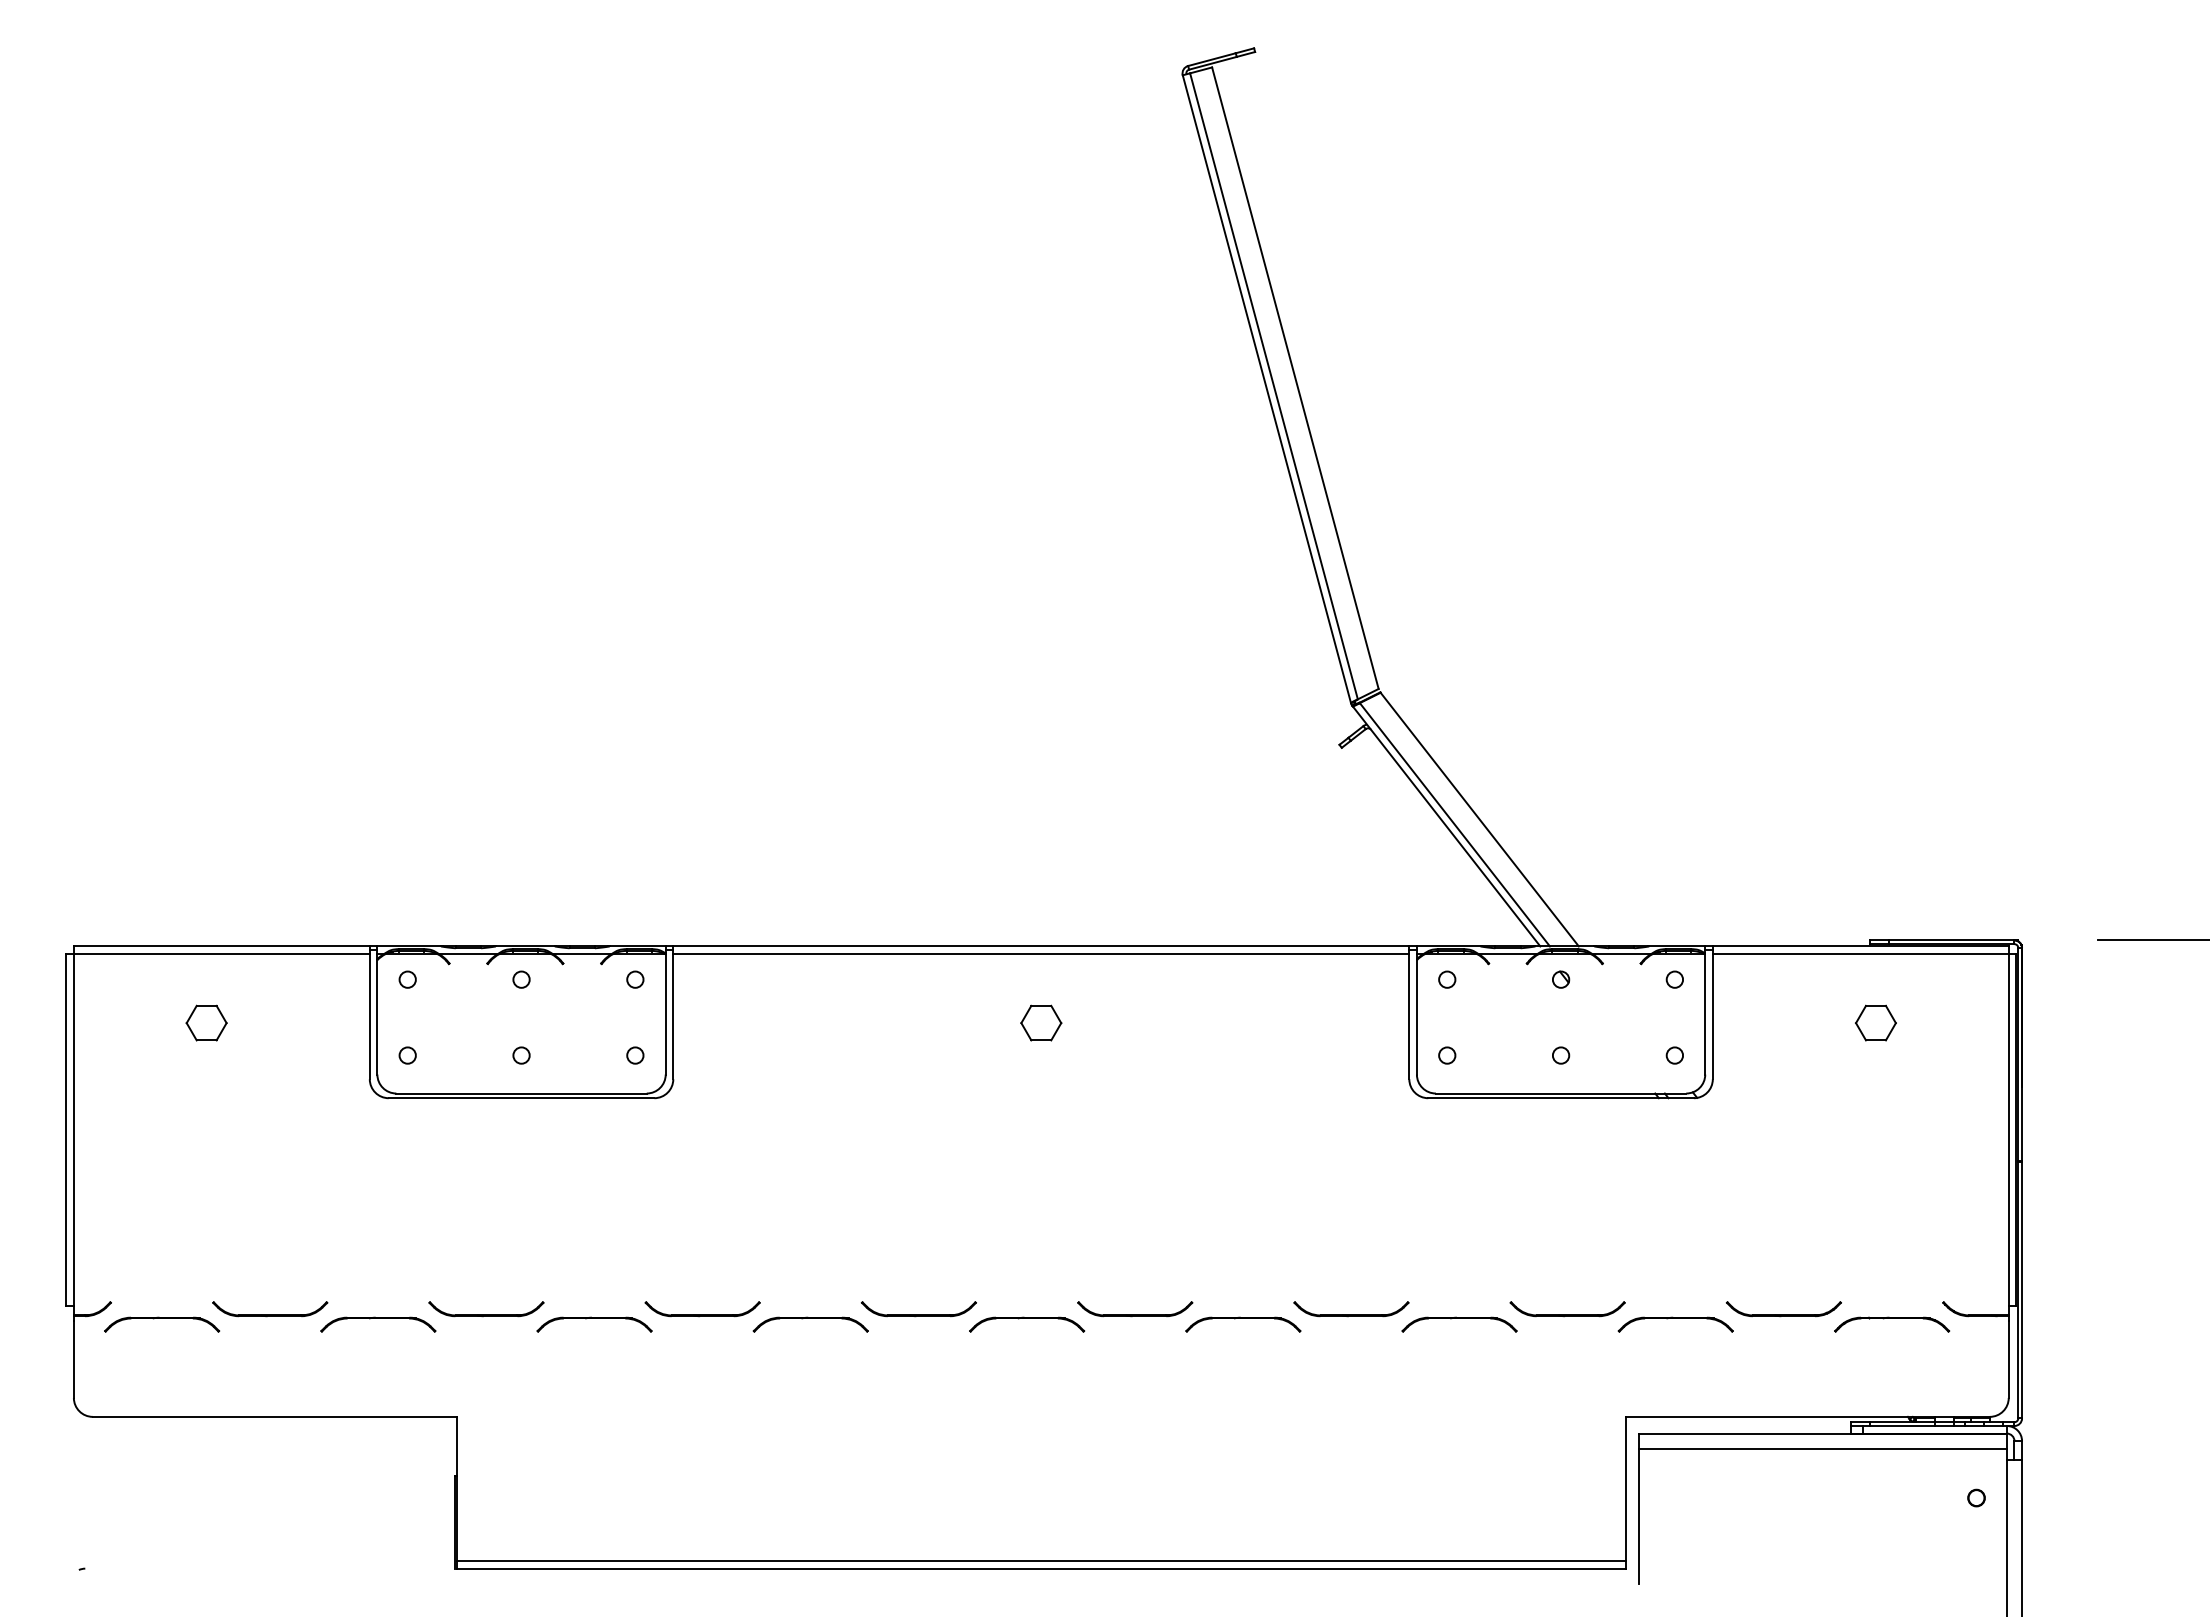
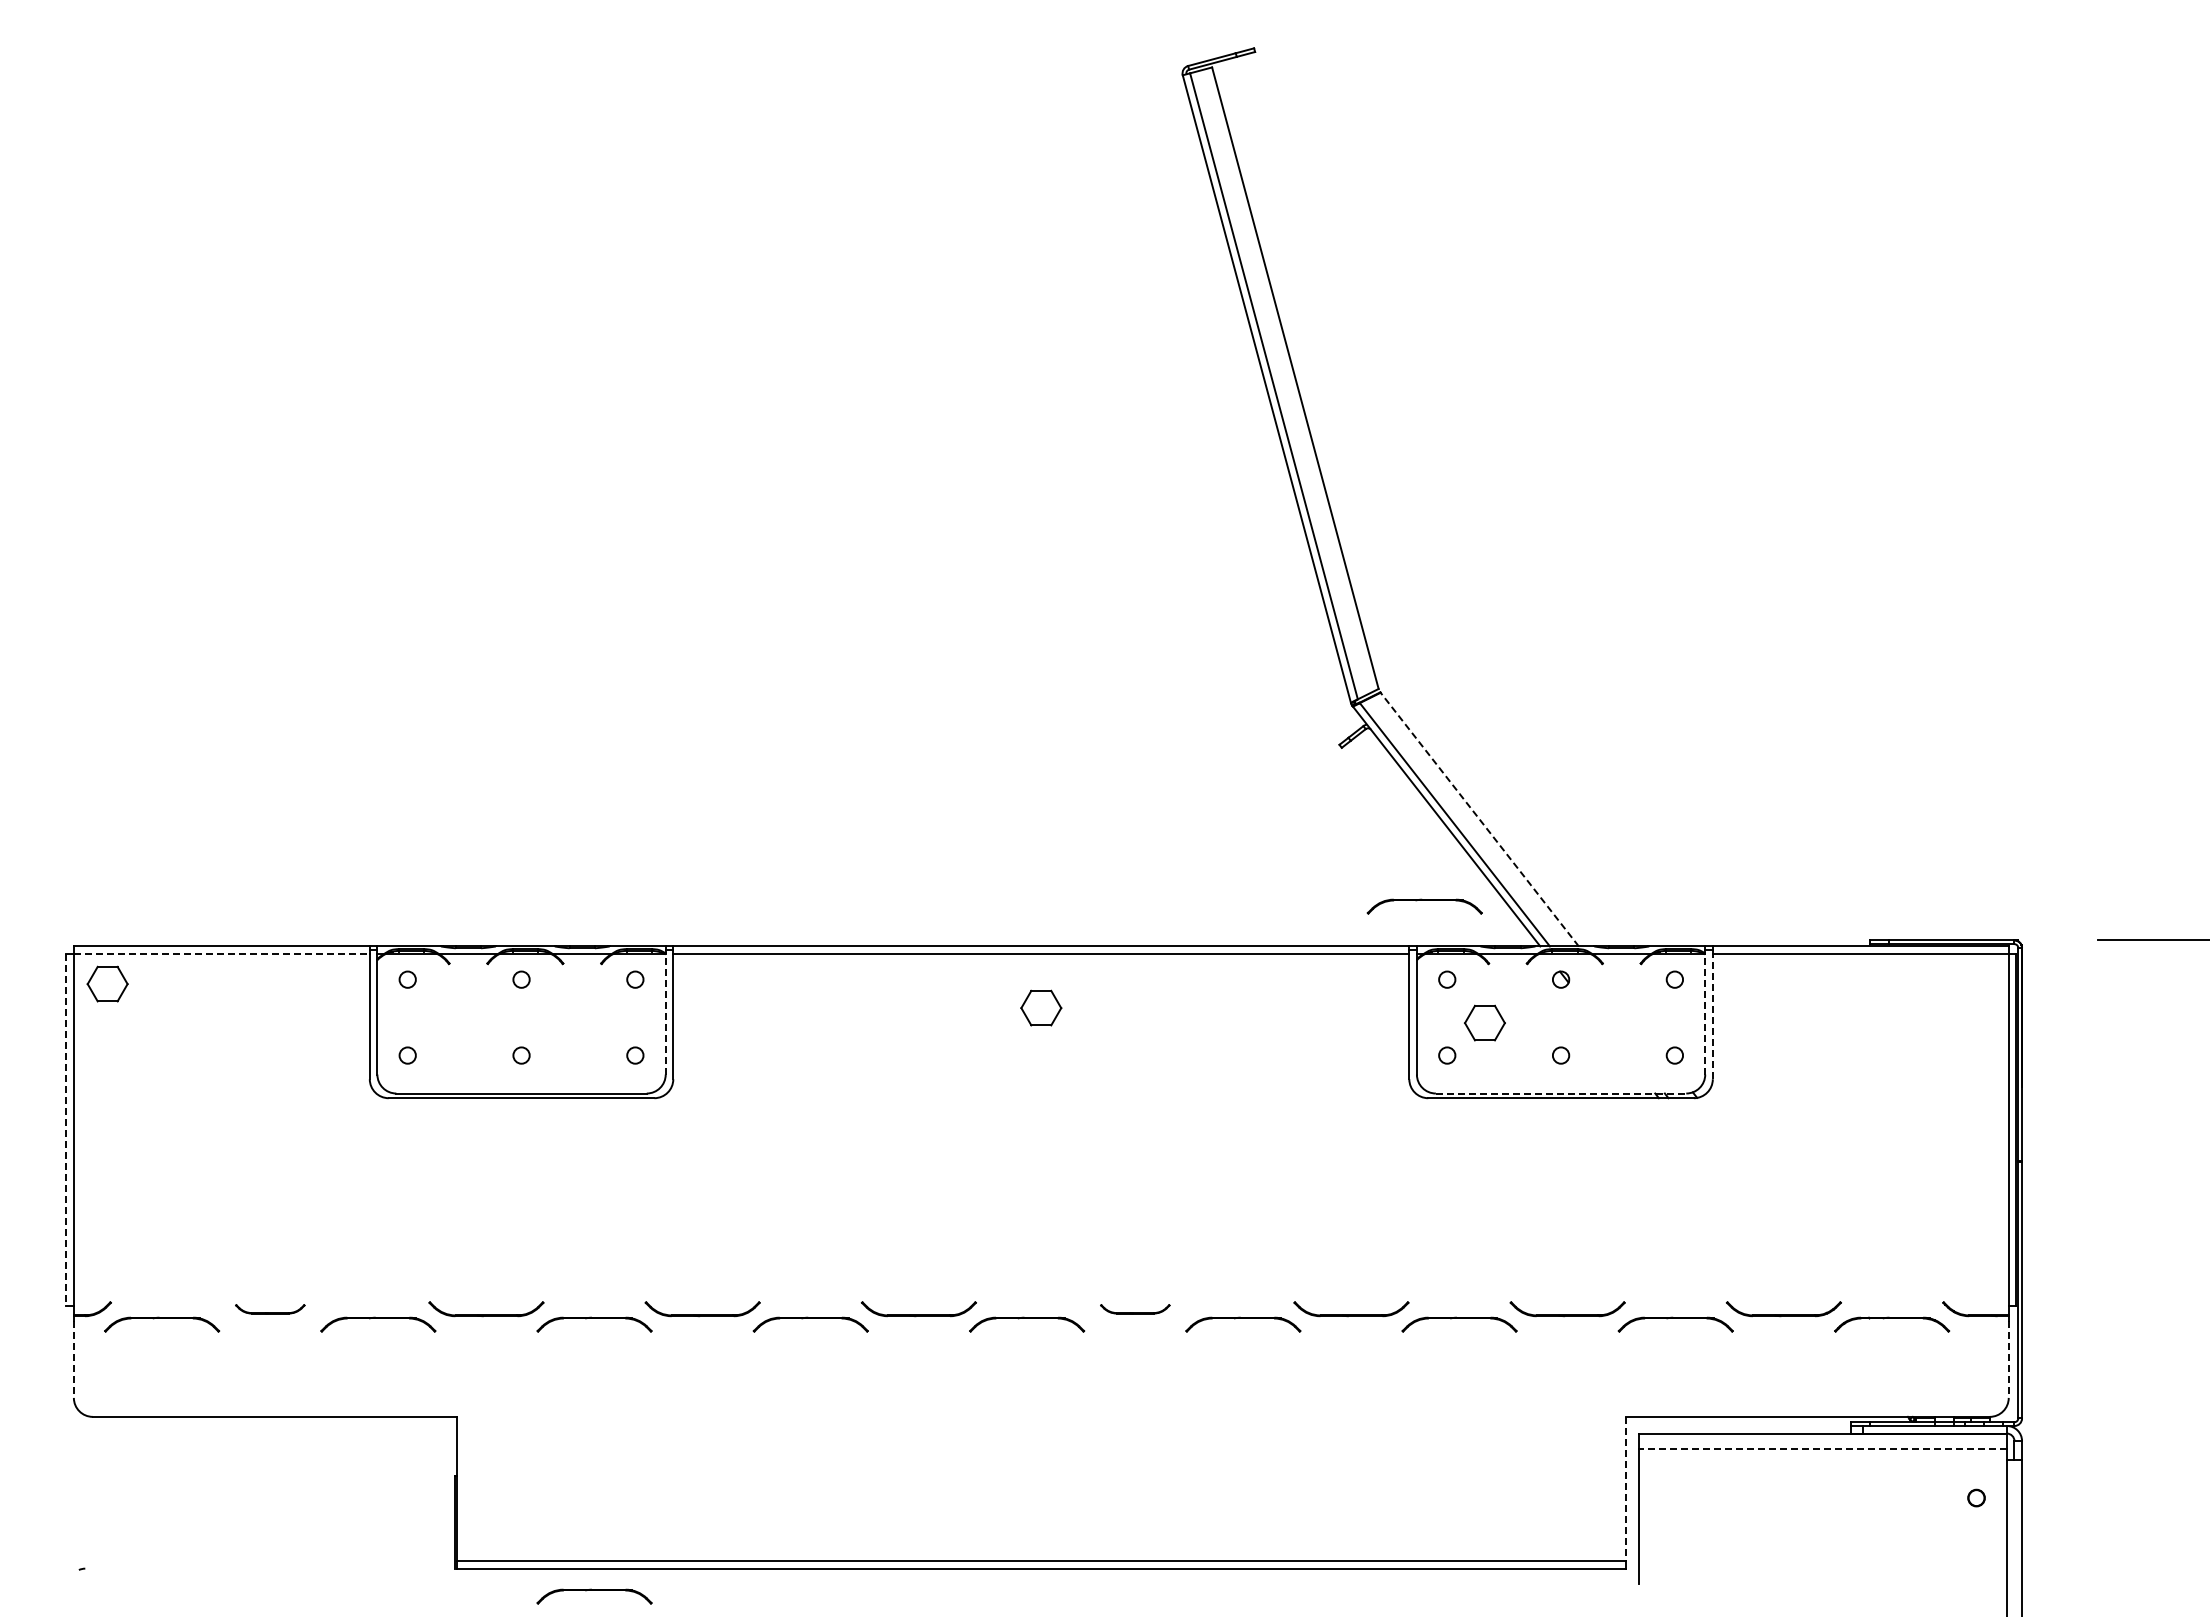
line at (1479, 819): solid -> dashed
part at (1424, 906): none -> present
line at (221, 954): solid -> dashed
line at (665, 1013): solid -> dashed
line at (1705, 1013): solid -> dashed
line at (1712, 1016): solid -> dashed
part at (206, 1022) position: (206, 1022) -> (107, 983)
part at (1041, 1022) position: (1041, 1022) -> (1041, 1007)
part at (1875, 1022) position: (1875, 1022) -> (1484, 1022)
line at (1561, 1093): solid -> dashed
line at (66, 1130): solid -> dashed
part at (270, 1309) size: 117x17 px -> 71x11 px
part at (1135, 1309) size: 117x17 px -> 71x11 px
line at (73, 1360): solid -> dashed
line at (2008, 1360): solid -> dashed
line at (1822, 1449): solid -> dashed
line at (1625, 1489): solid -> dashed
part at (594, 1596): none -> present
